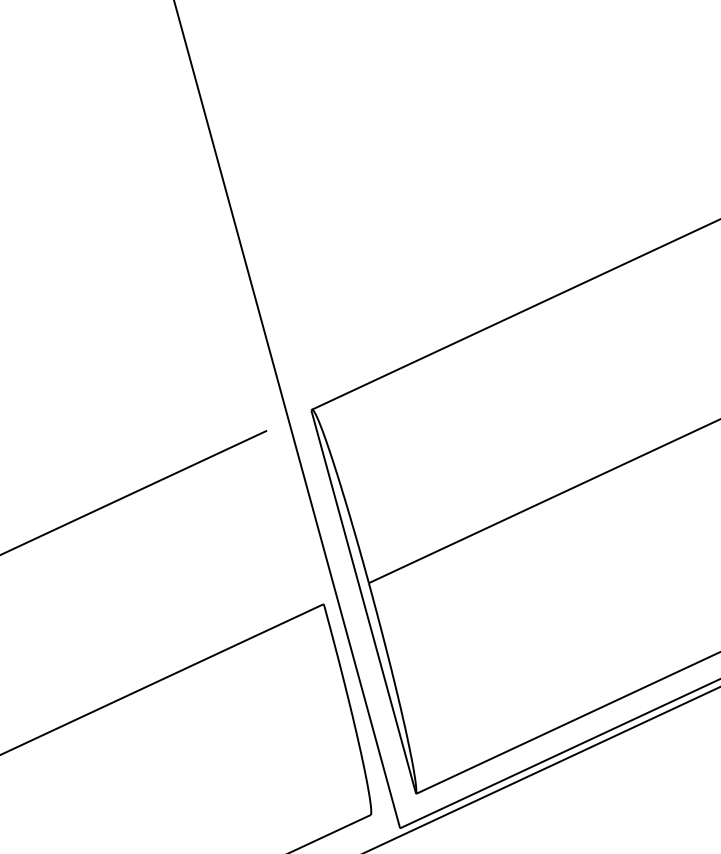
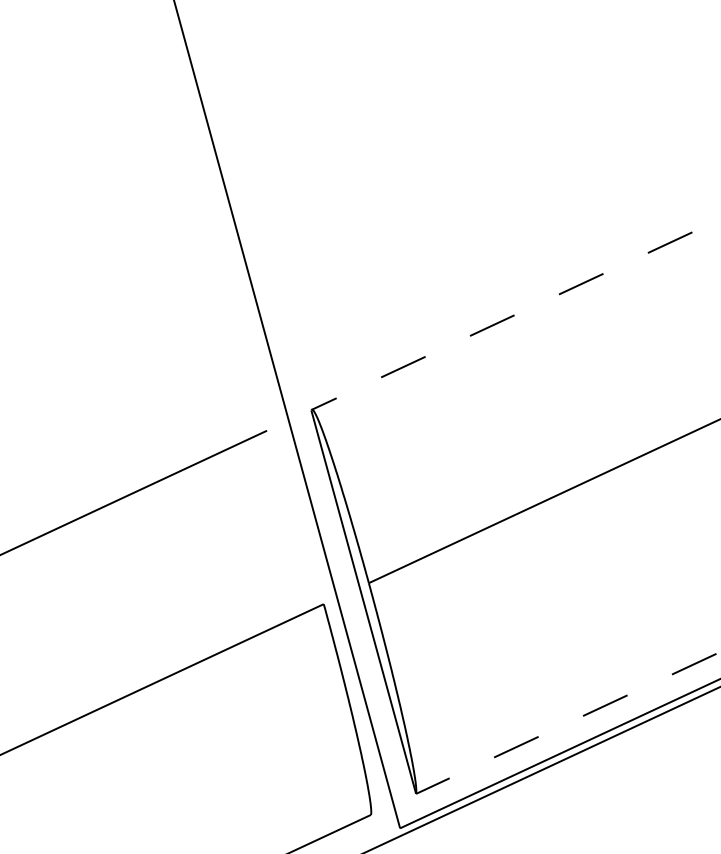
line at (515, 314): solid -> dashed
line at (568, 722): solid -> dashed
